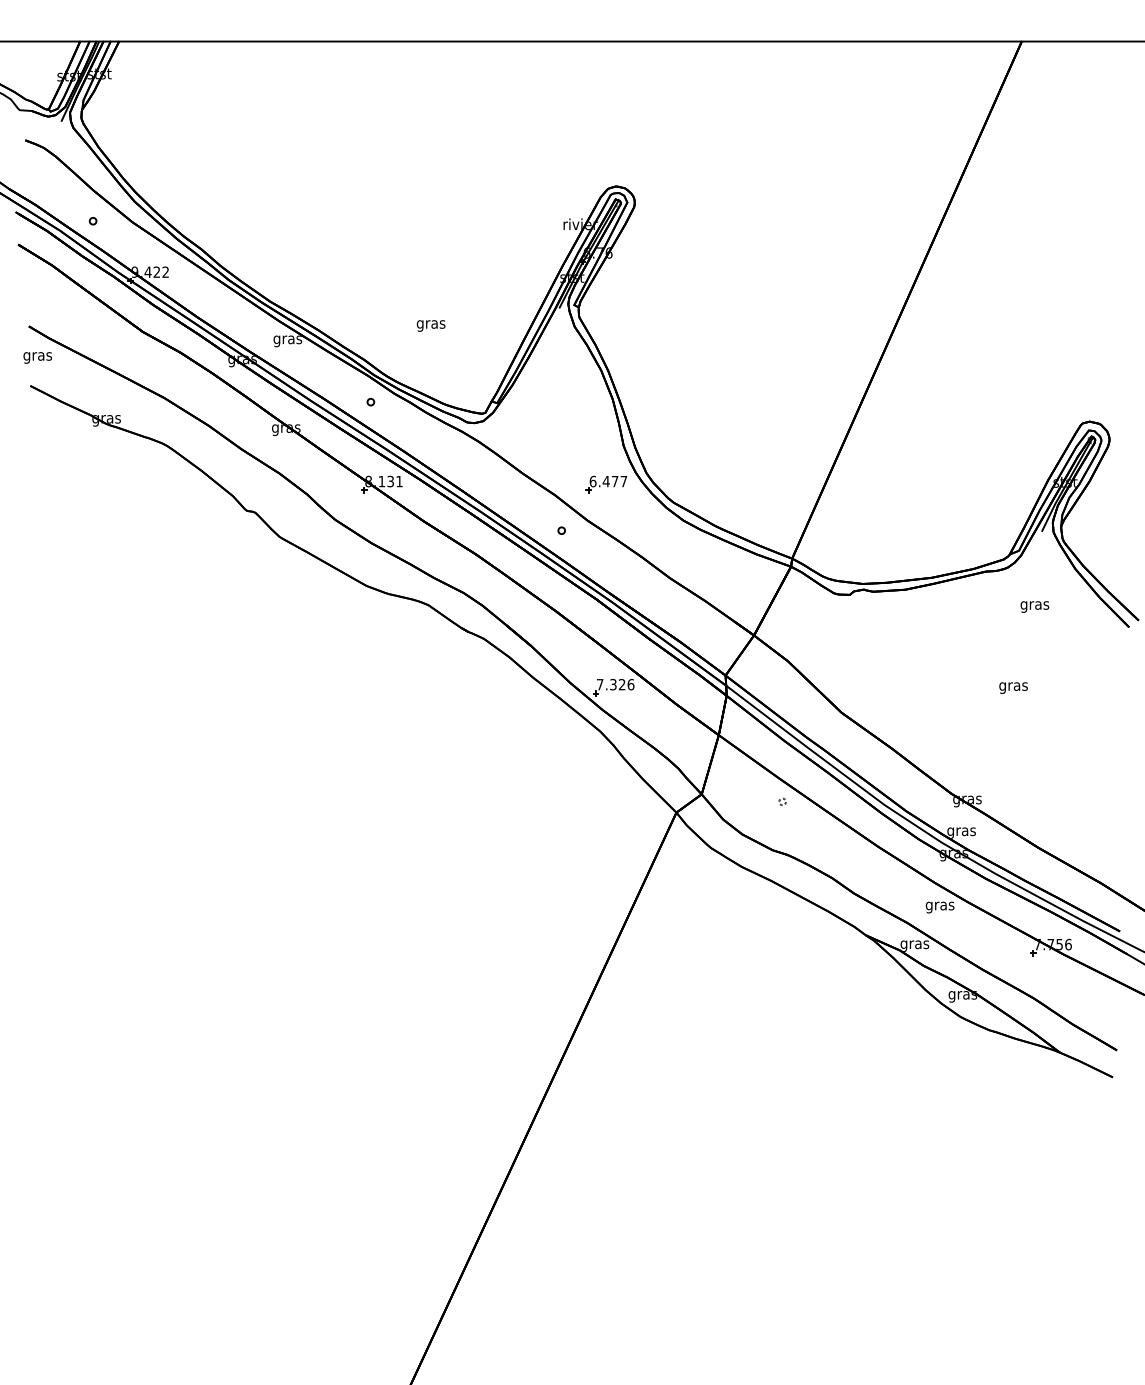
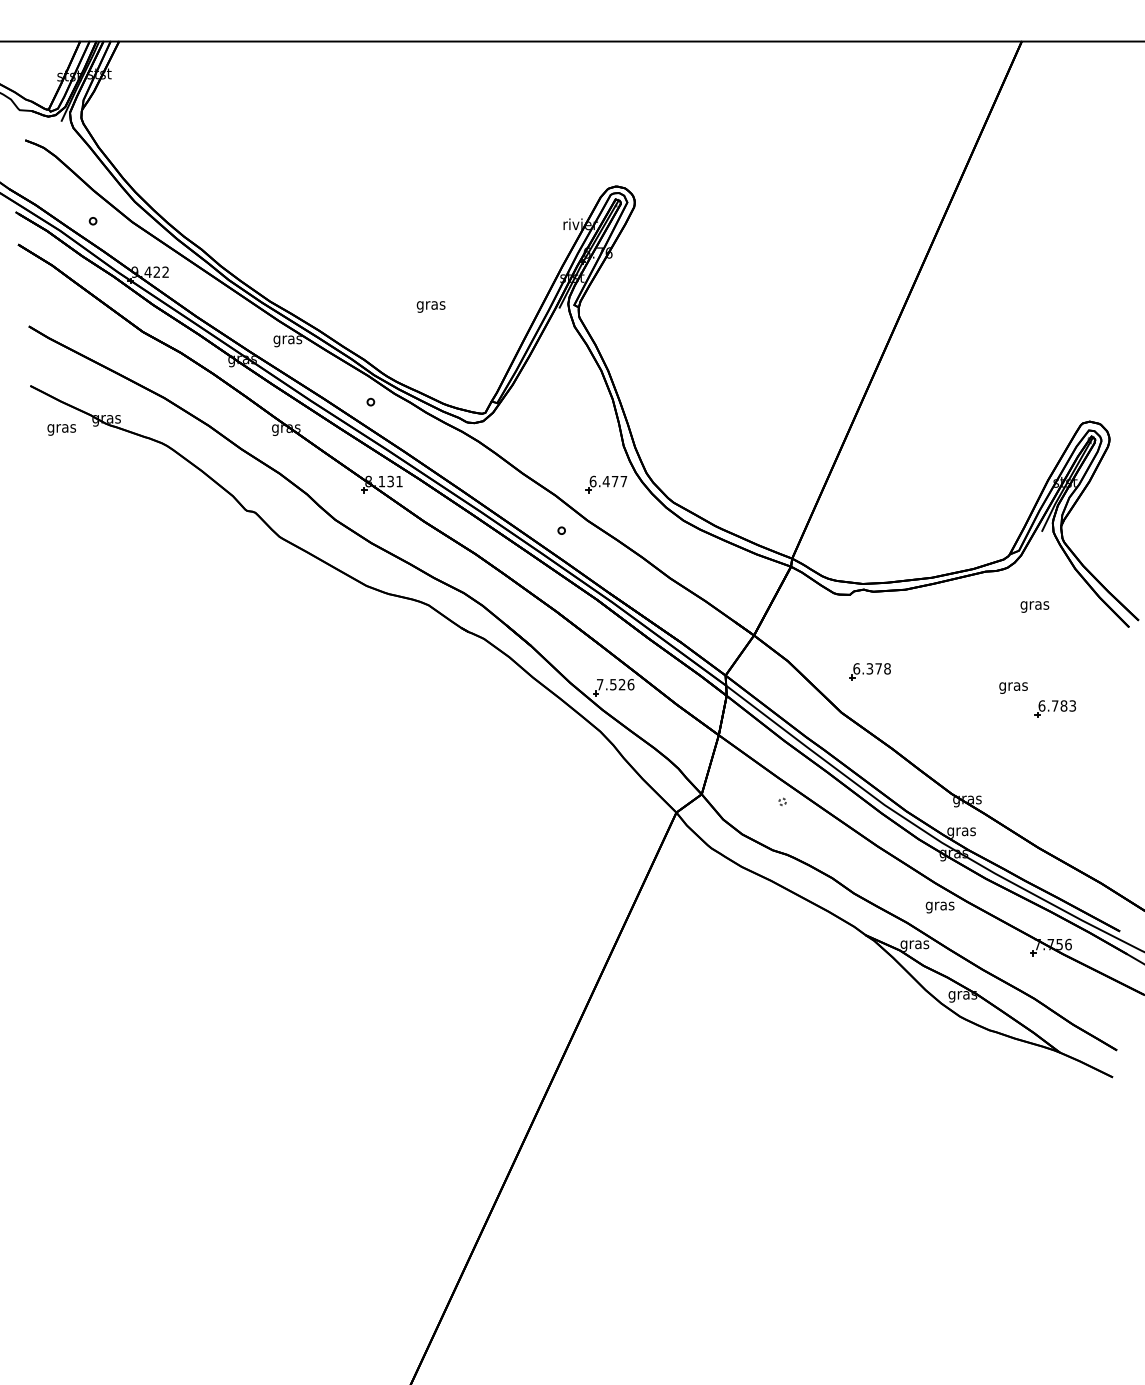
text at (430, 325) position: (430, 325) -> (430, 306)
text at (37, 357) position: (37, 357) -> (61, 429)
part at (869, 671): none -> present
text at (613, 684): 7.326 -> 7.526
part at (1055, 708): none -> present
